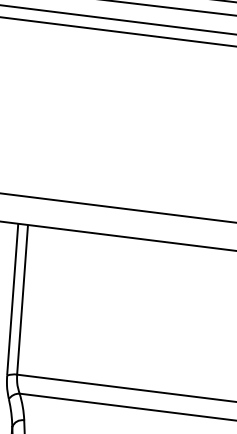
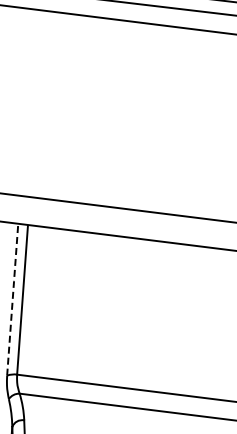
line at (117, 31): present -> none
line at (12, 299): solid -> dashed
